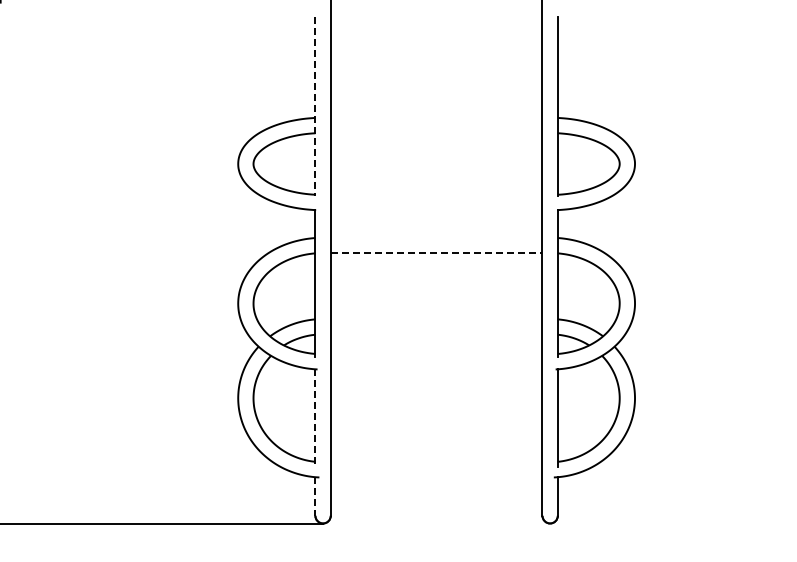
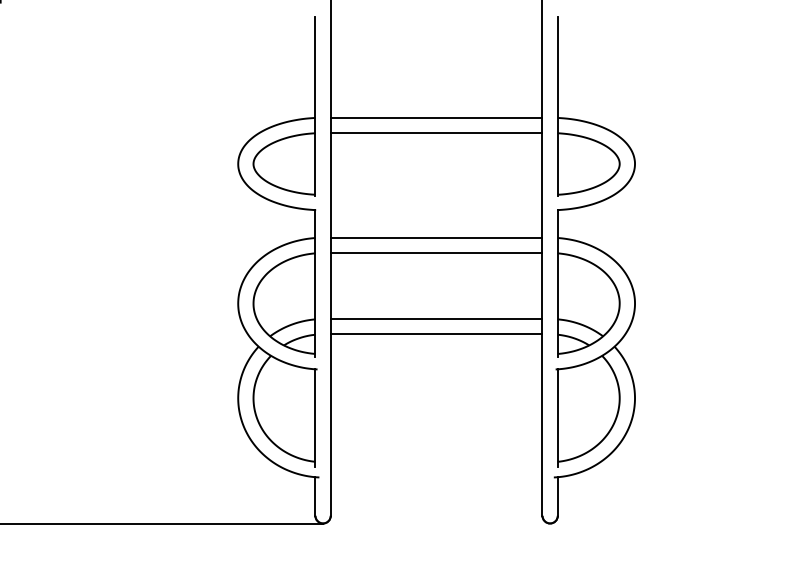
line at (315, 106): dashed -> solid
line at (436, 117): none -> present
line at (436, 133): none -> present
line at (436, 237): none -> present
line at (436, 253): dashed -> solid
line at (436, 319): none -> present
line at (436, 334): none -> present
line at (315, 418): dashed -> solid
line at (315, 497): dashed -> solid
